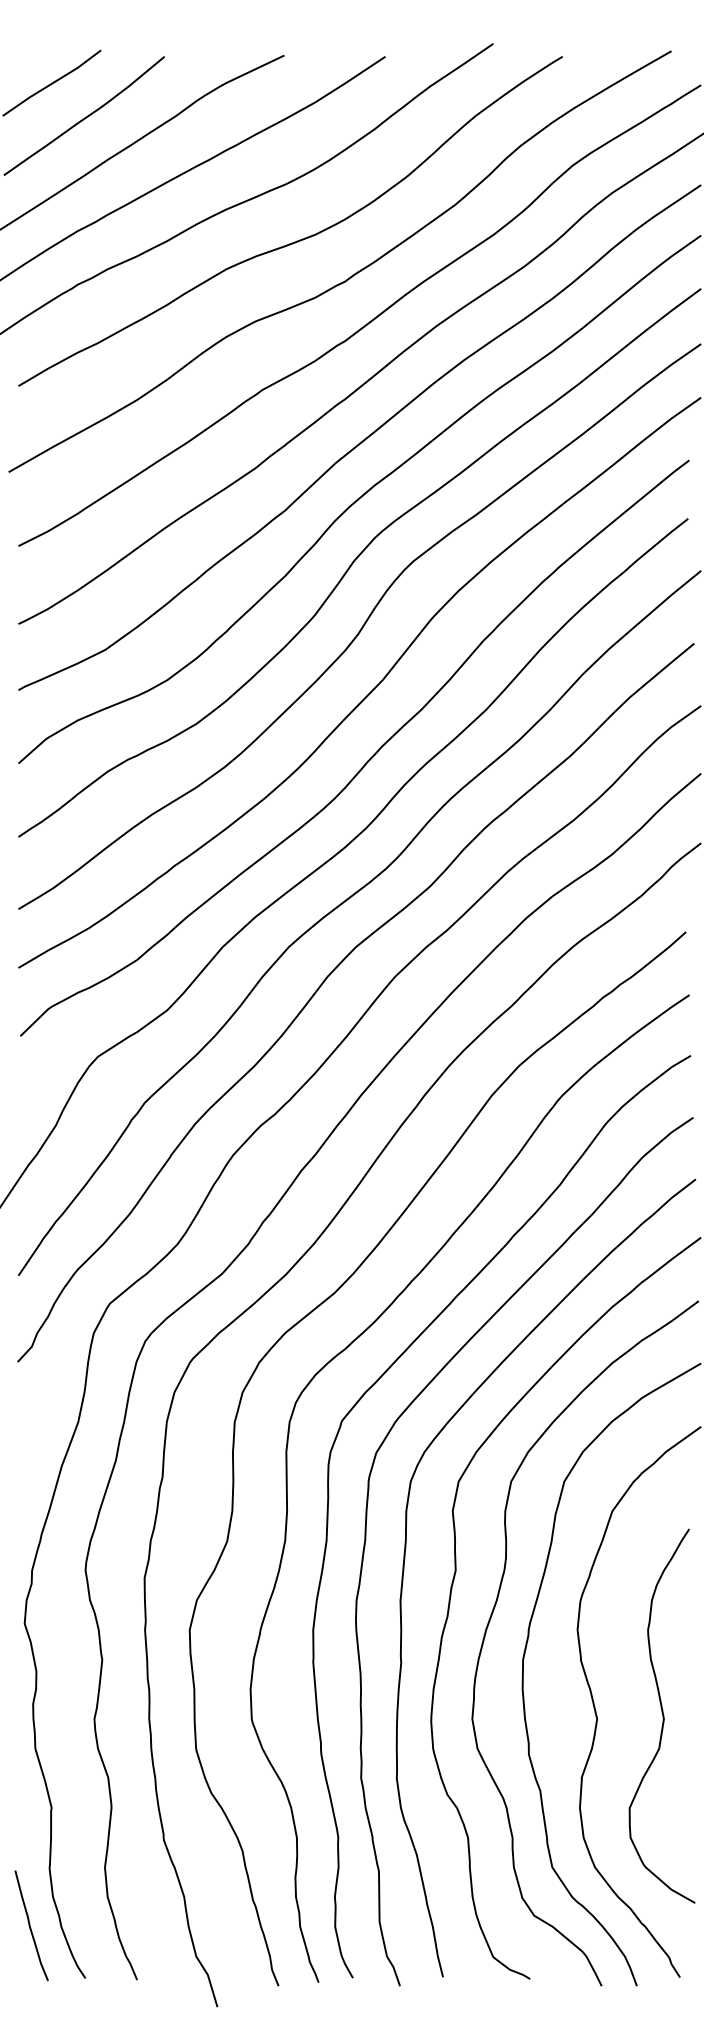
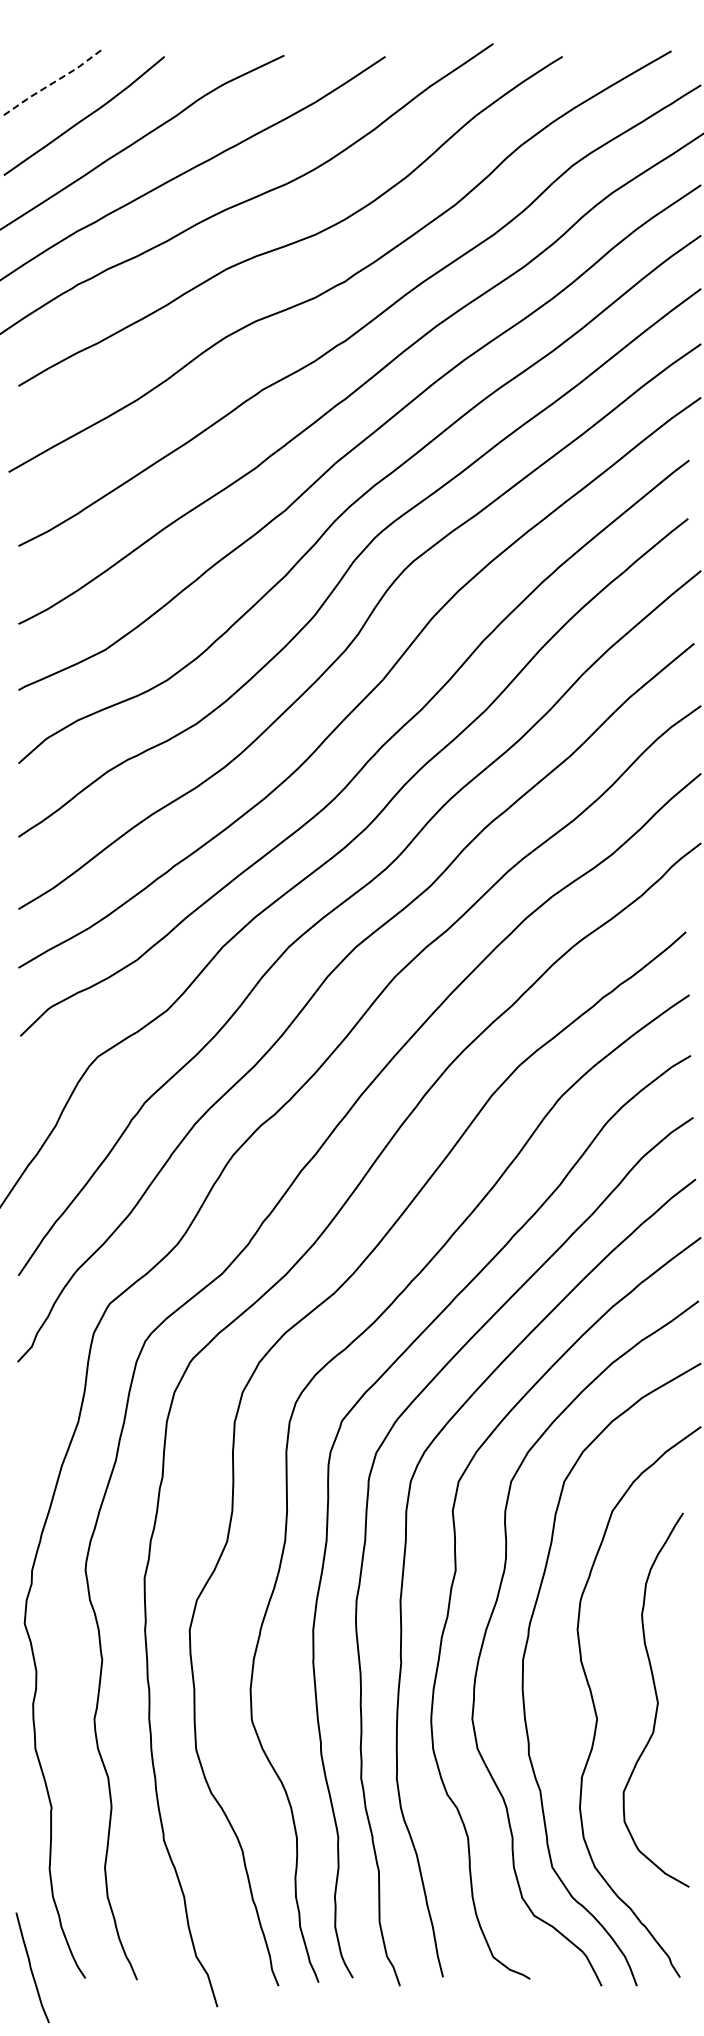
line at (52, 83): solid -> dashed
curve at (662, 1715) position: (662, 1715) -> (656, 1699)
curve at (30, 1925) position: (30, 1925) -> (31, 1967)
